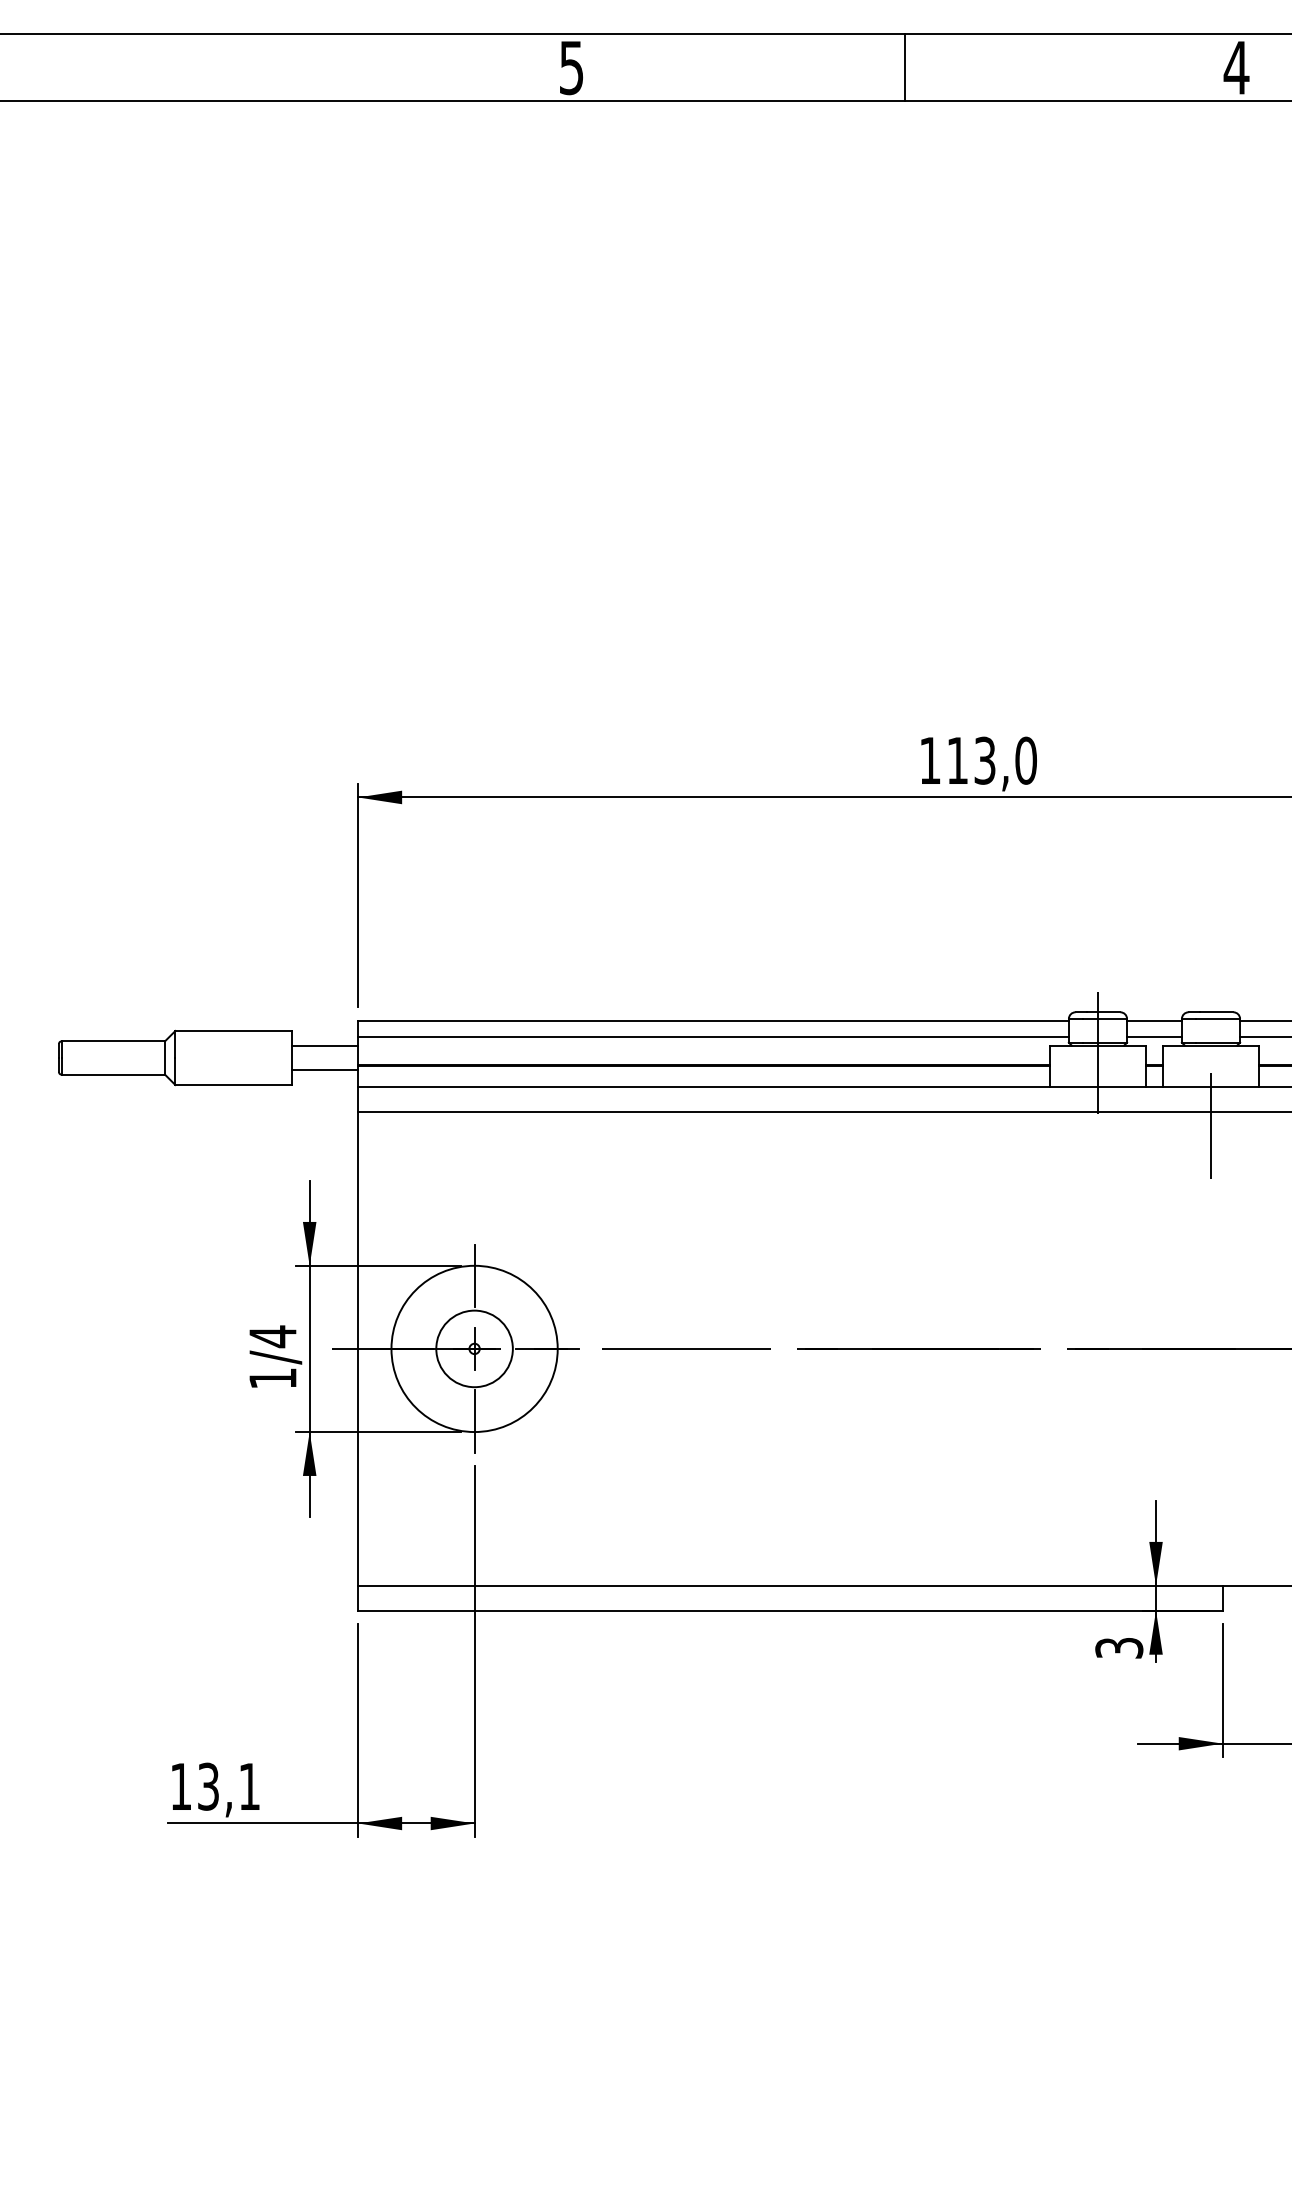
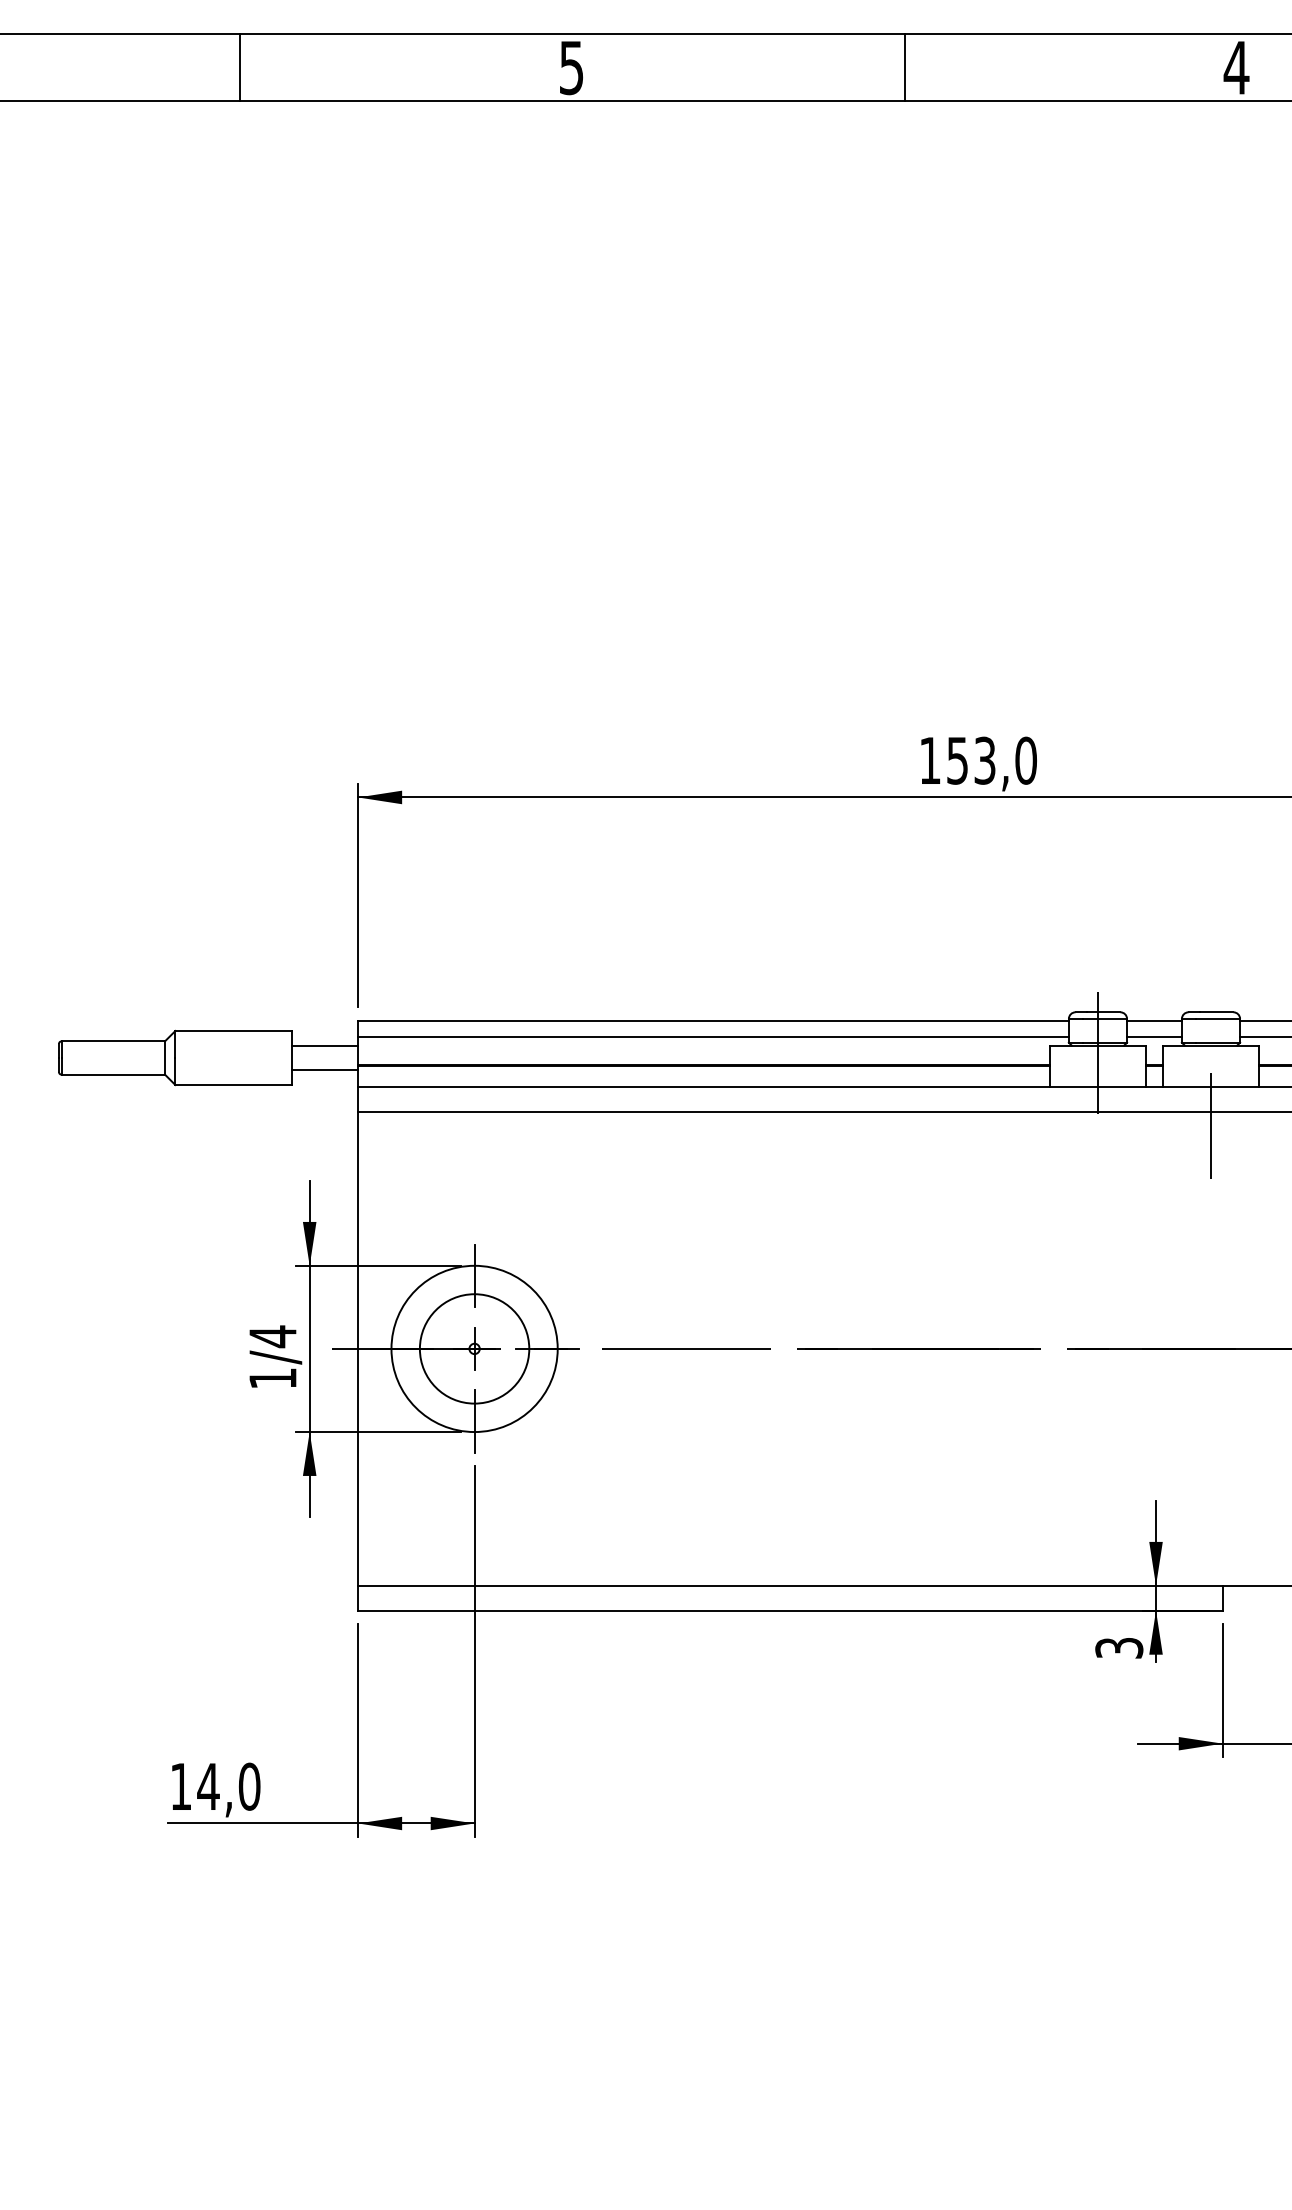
line at (239, 67): none -> present
text at (957, 760): 113,0 -> 153,0
circle at (474, 1348) diameter: 77 px -> 109 px
text at (228, 1786): 13,1 -> 14,0
